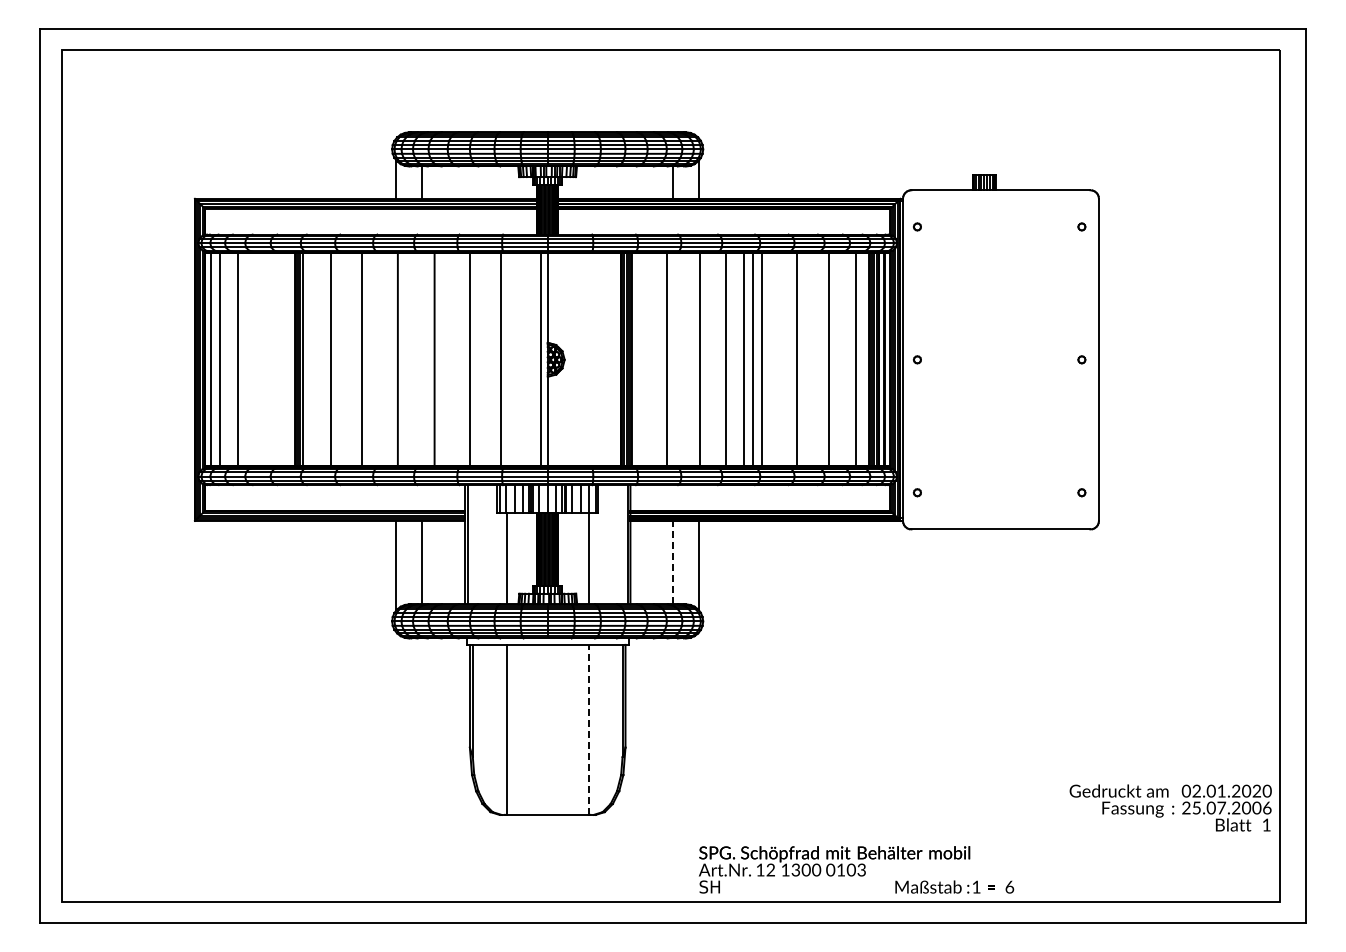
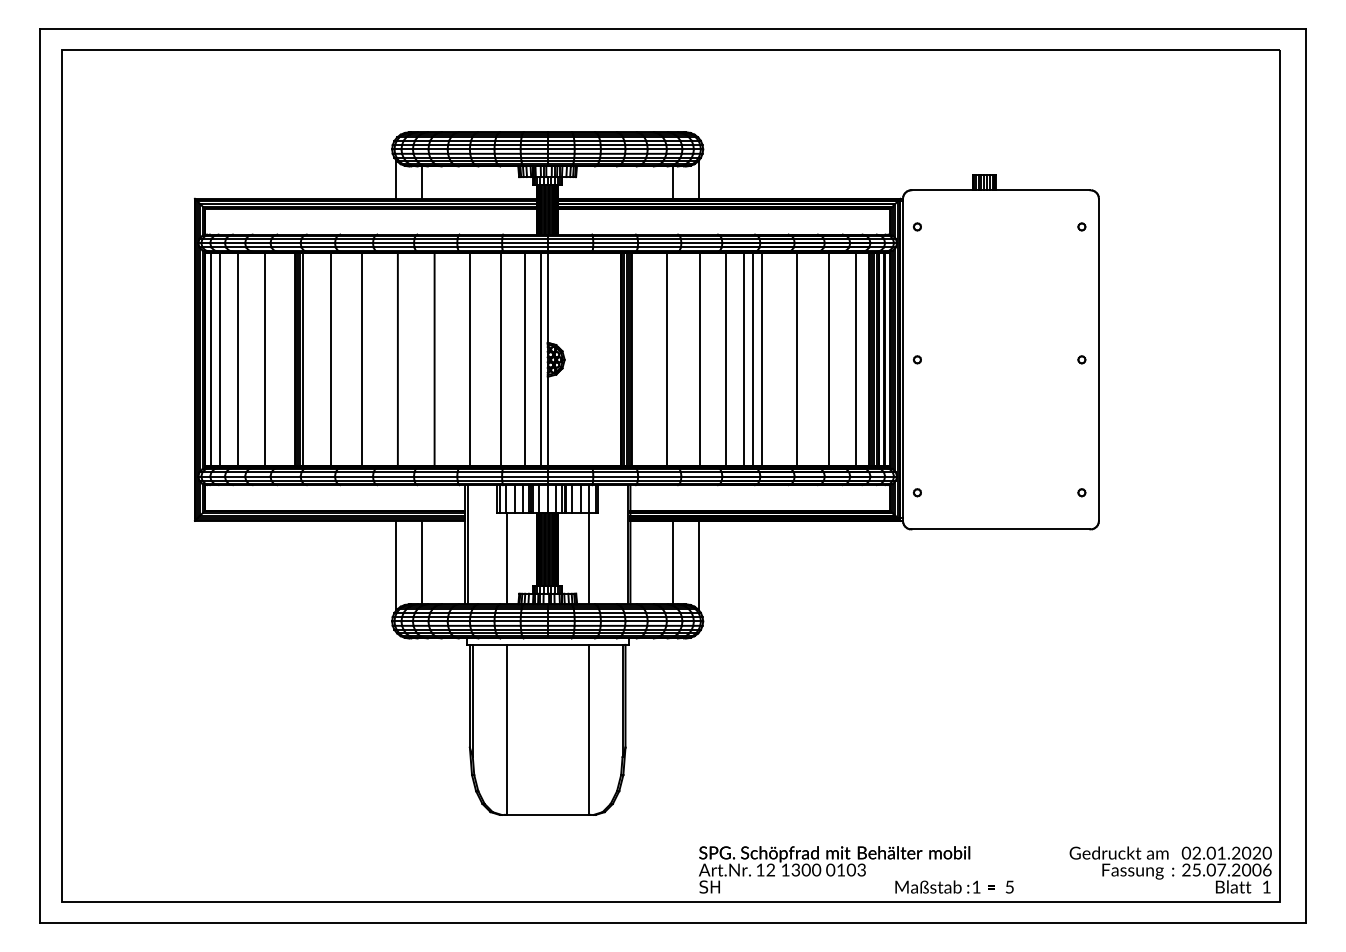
line at (264, 359): none -> present
line at (525, 359): none -> present
line at (673, 562): dashed -> solid
line at (588, 729): dashed -> solid
text at (1170, 807) position: (1170, 807) -> (1170, 869)
text at (1009, 886): 6 -> 5
